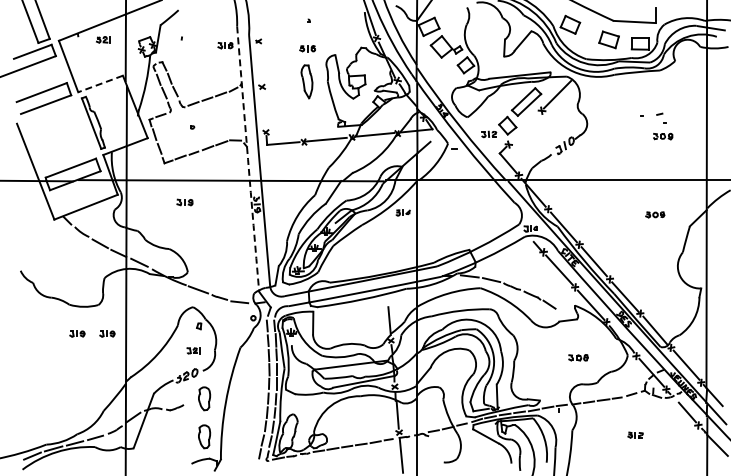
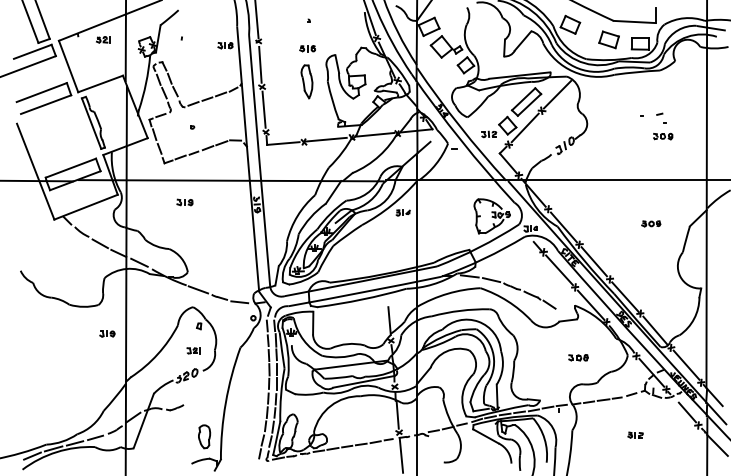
line at (256, 20): none -> present
line at (260, 64): none -> present
line at (100, 83): dashed -> solid
line at (263, 109): none -> present
line at (524, 127): none -> present
arc at (248, 159): dashed -> solid
part at (655, 214) position: (655, 214) -> (651, 223)
part at (491, 216): none -> present
part at (77, 333): present -> none
part at (204, 398): present -> none
